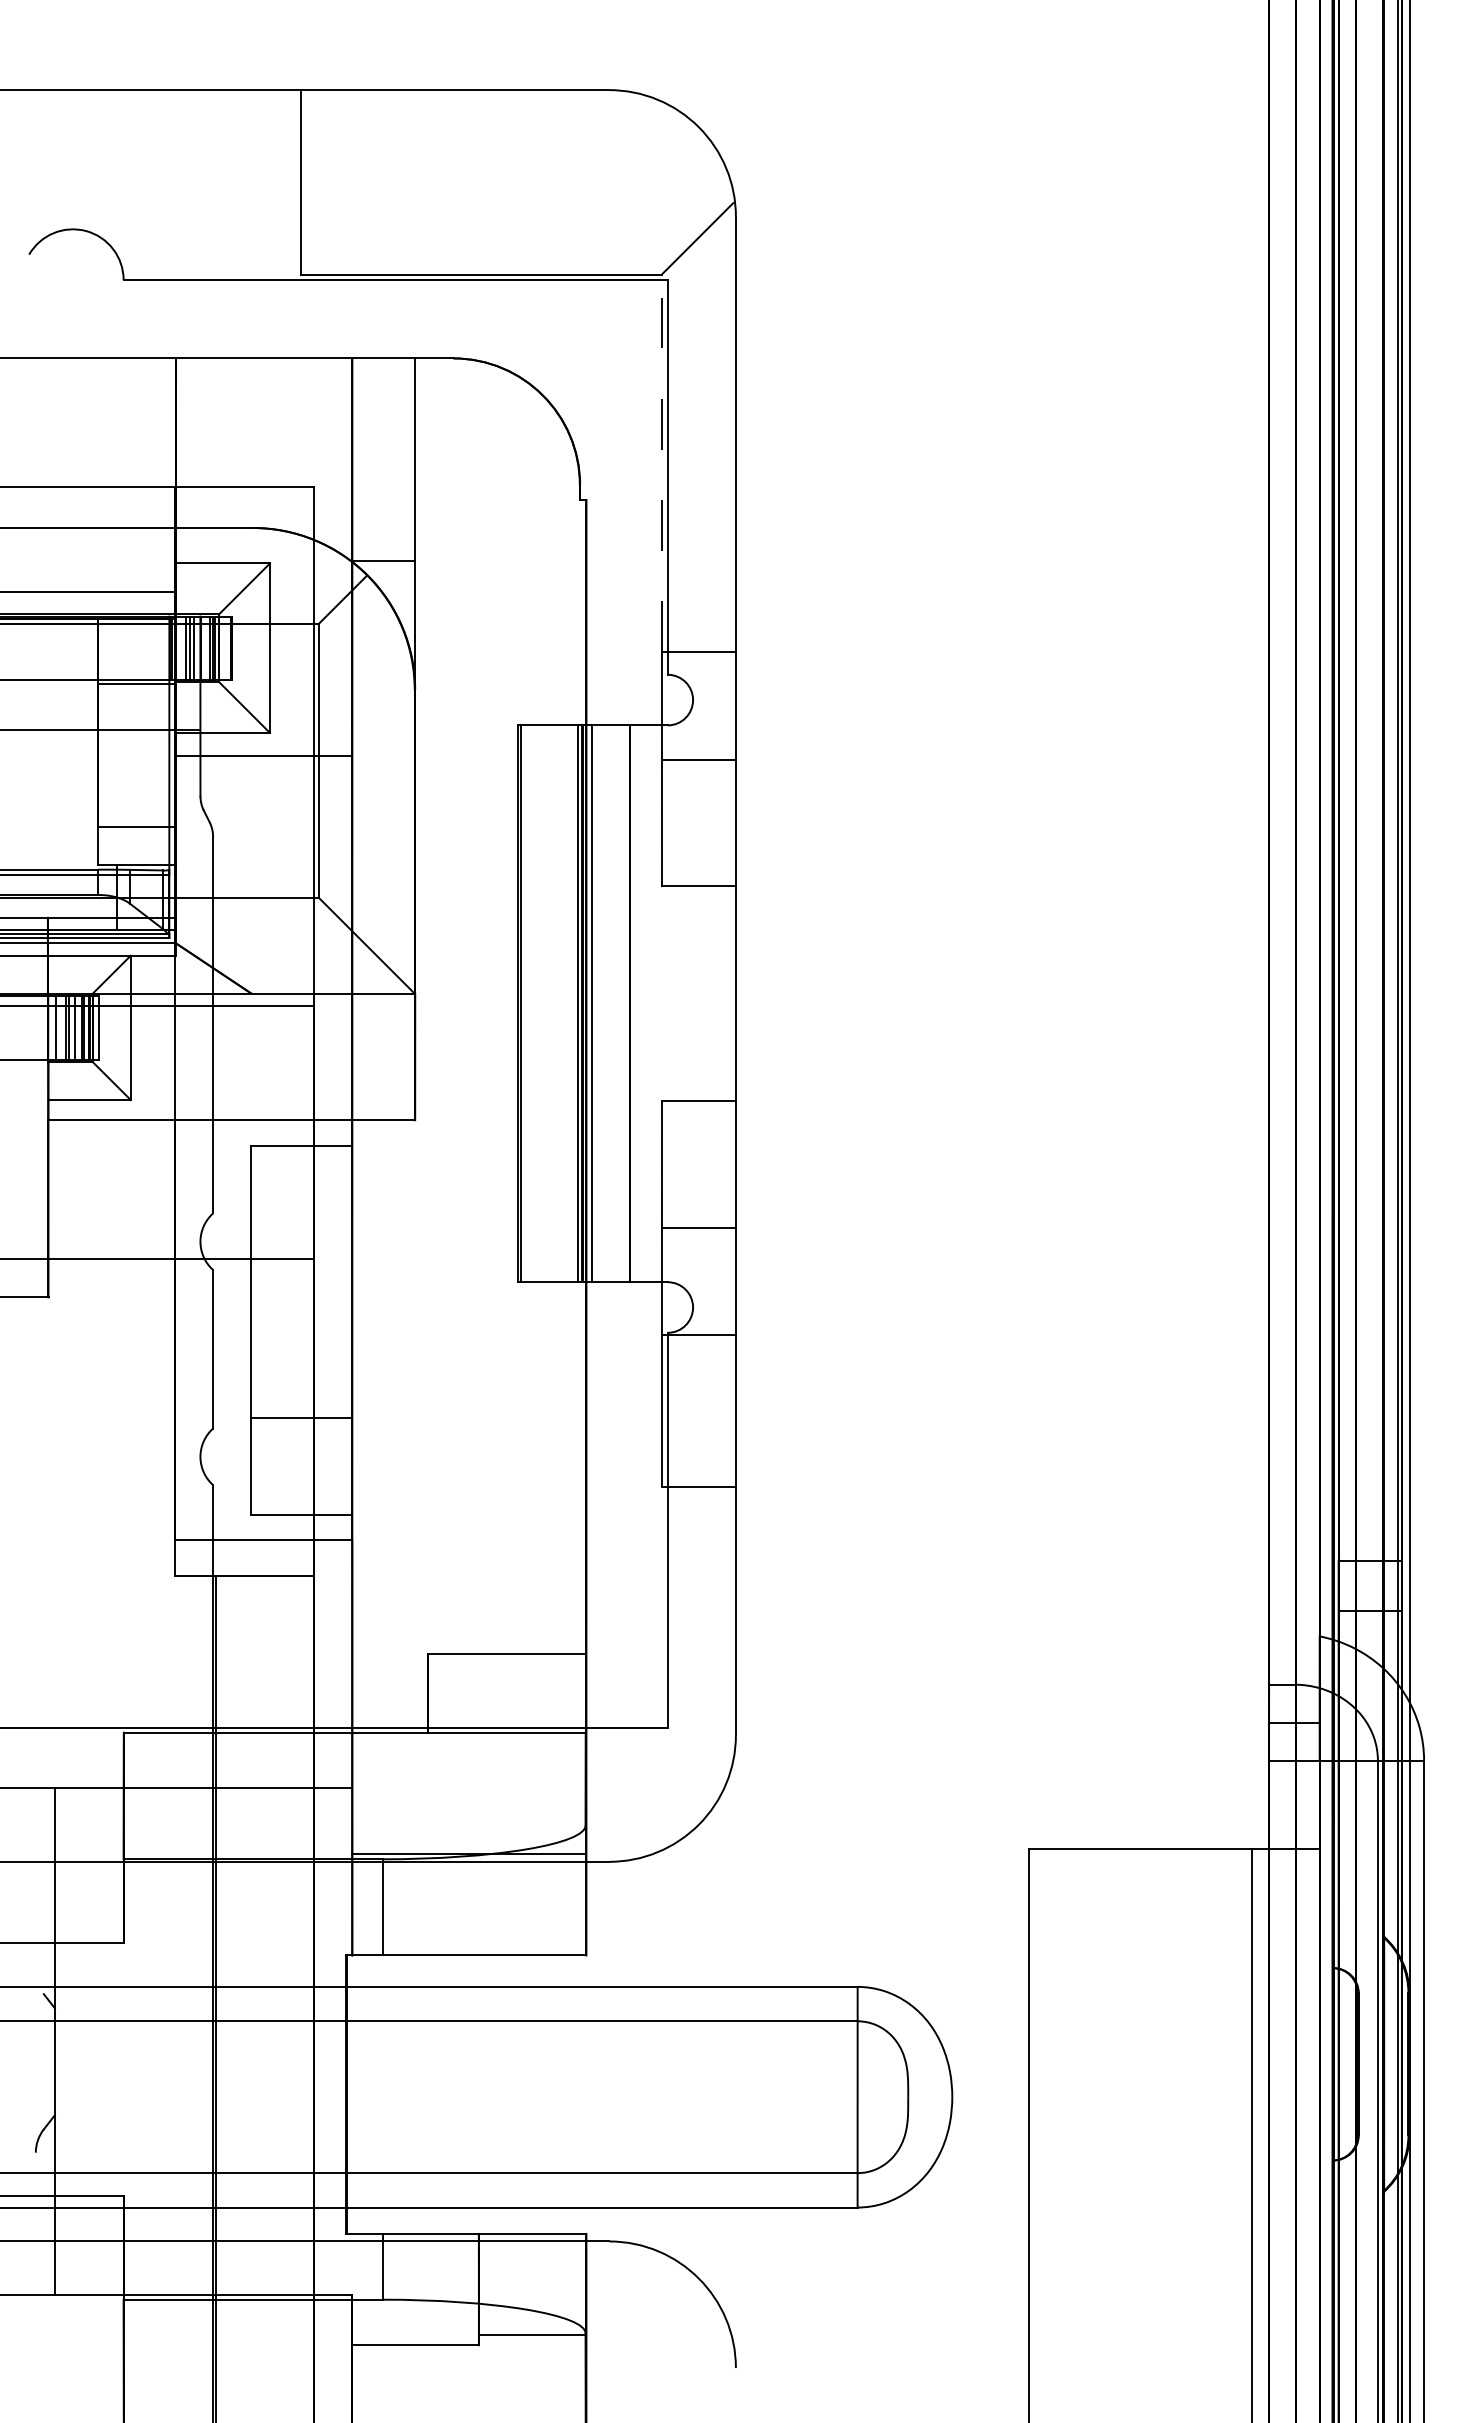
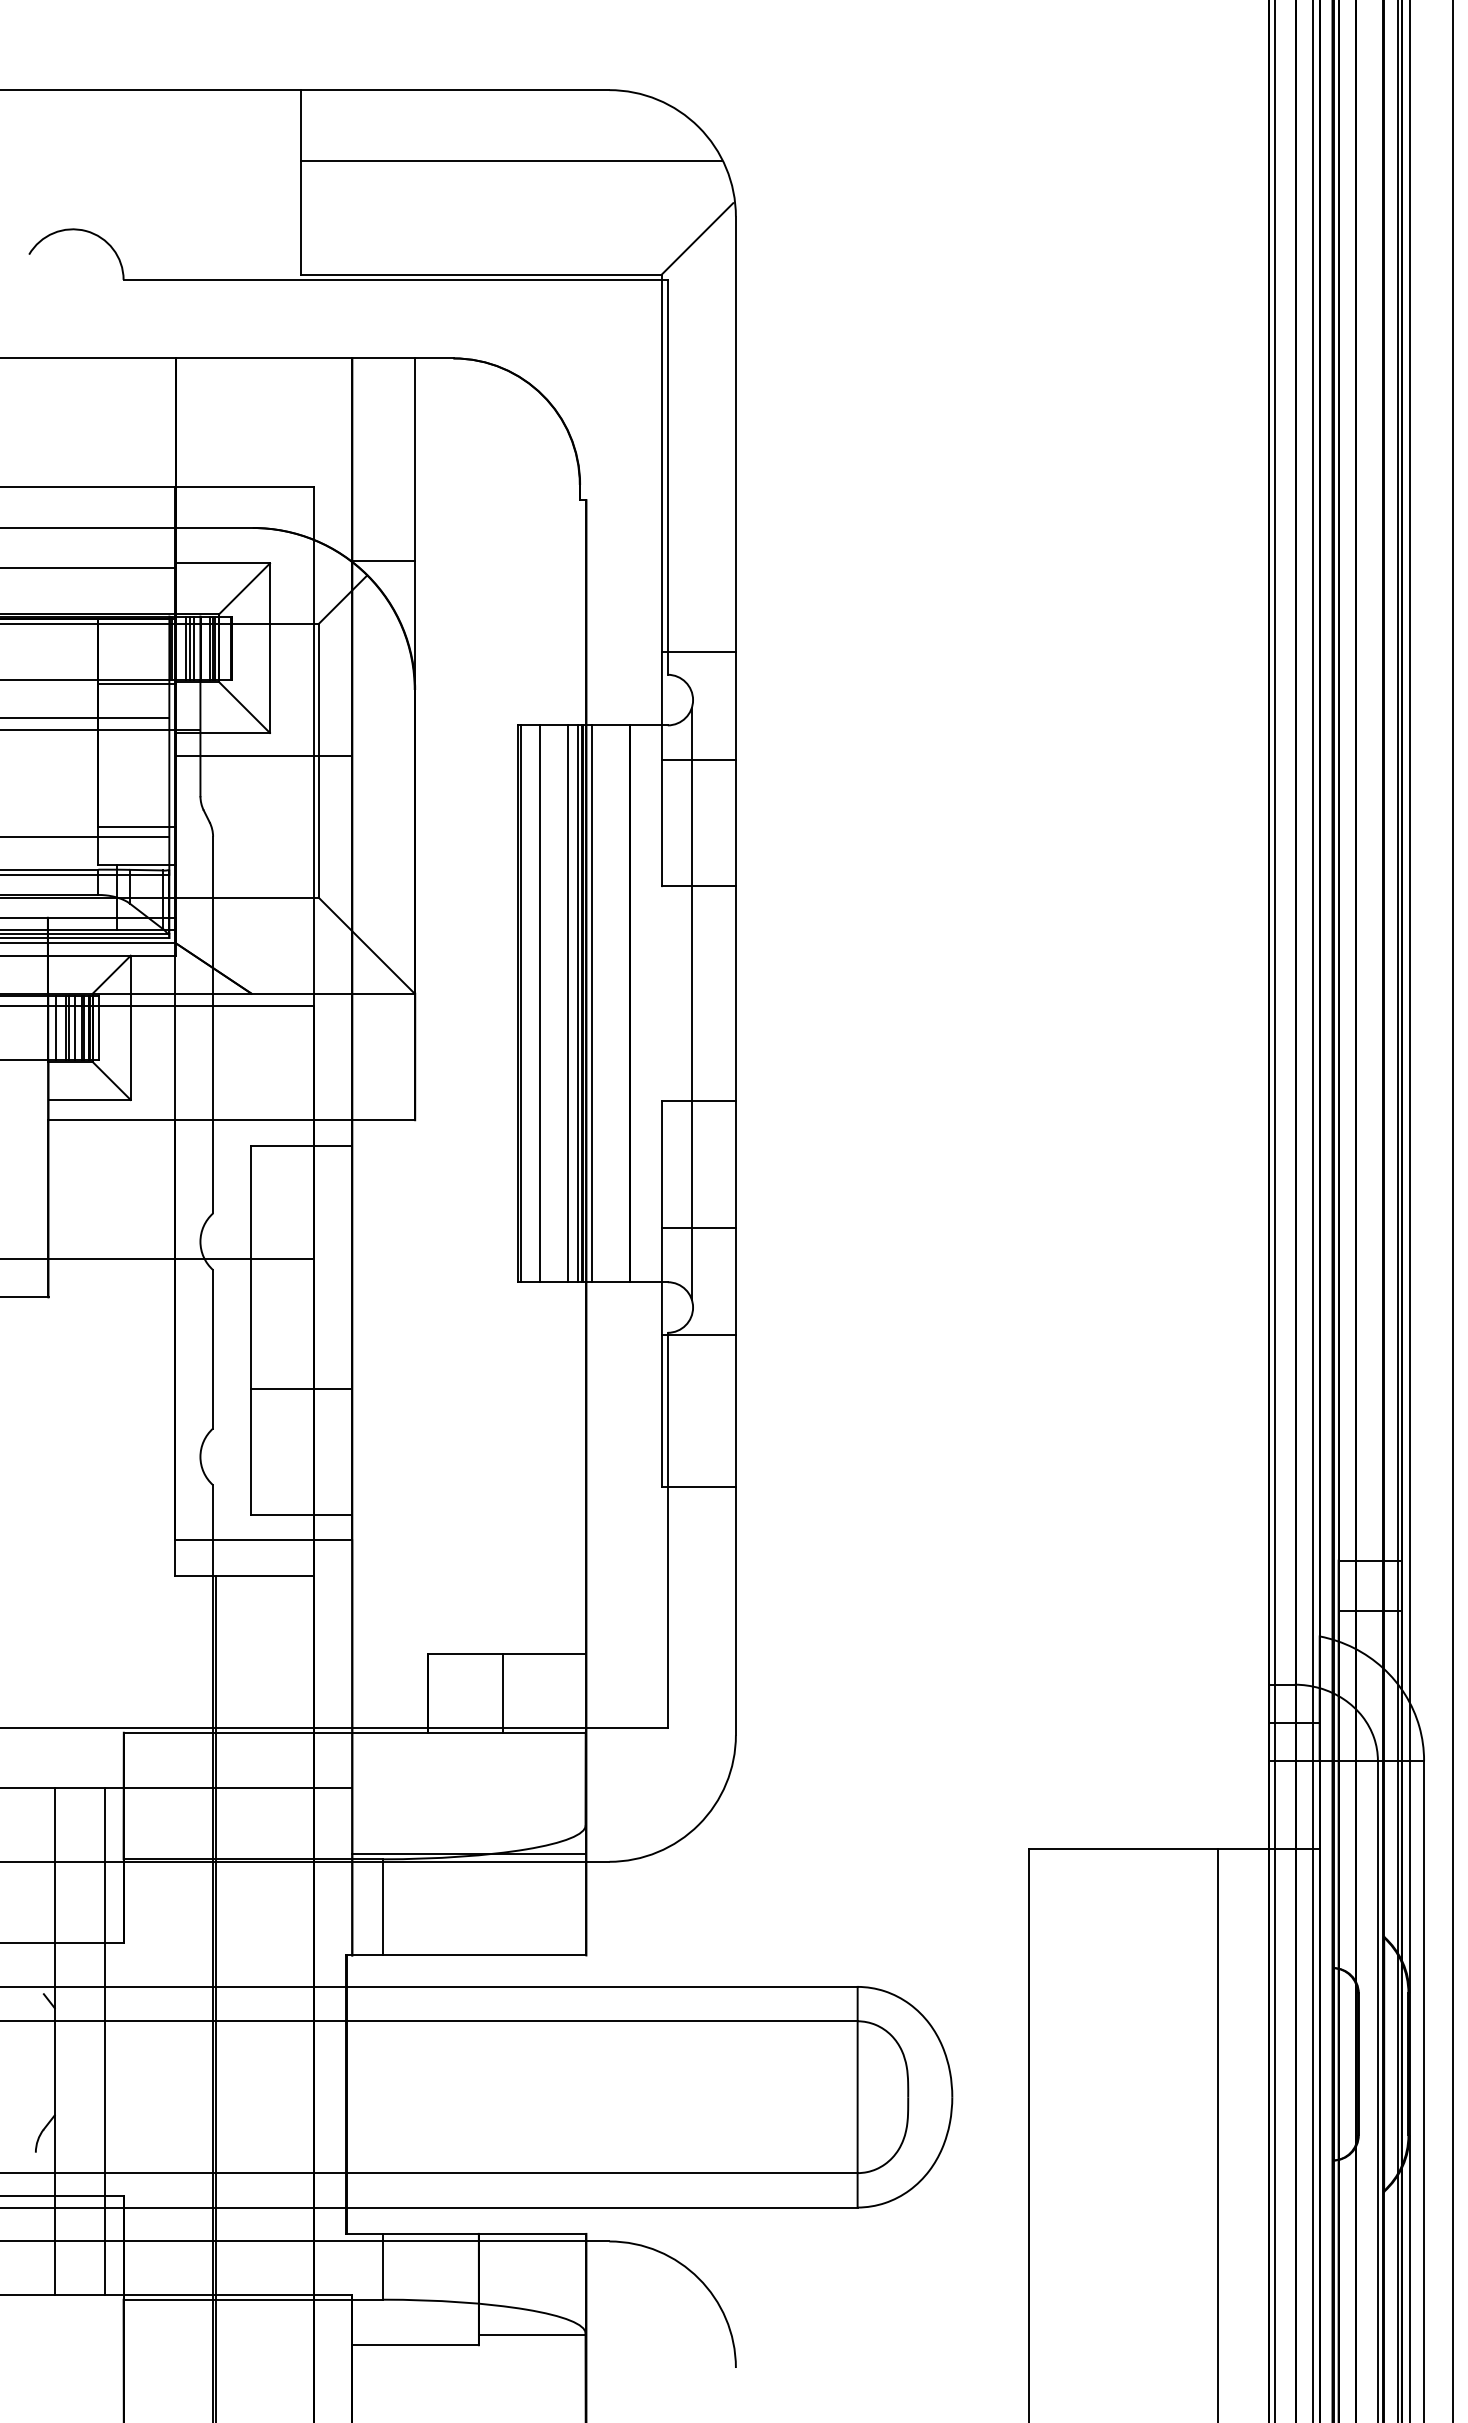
line at (510, 161): none -> present
line at (661, 463): dashed -> solid
line at (88, 592) position: (88, 592) -> (88, 568)
line at (85, 717): none -> present
line at (85, 836): none -> present
line at (539, 1003): none -> present
line at (567, 1003): none -> present
line at (691, 1003): none -> present
line at (1275, 1210): none -> present
line at (1313, 1210): none -> present
line at (1452, 1210): none -> present
line at (301, 1417) position: (301, 1417) -> (301, 1388)
line at (503, 1693): none -> present
line at (105, 2041): none -> present
line at (1252, 2134) position: (1252, 2134) -> (1218, 2134)
